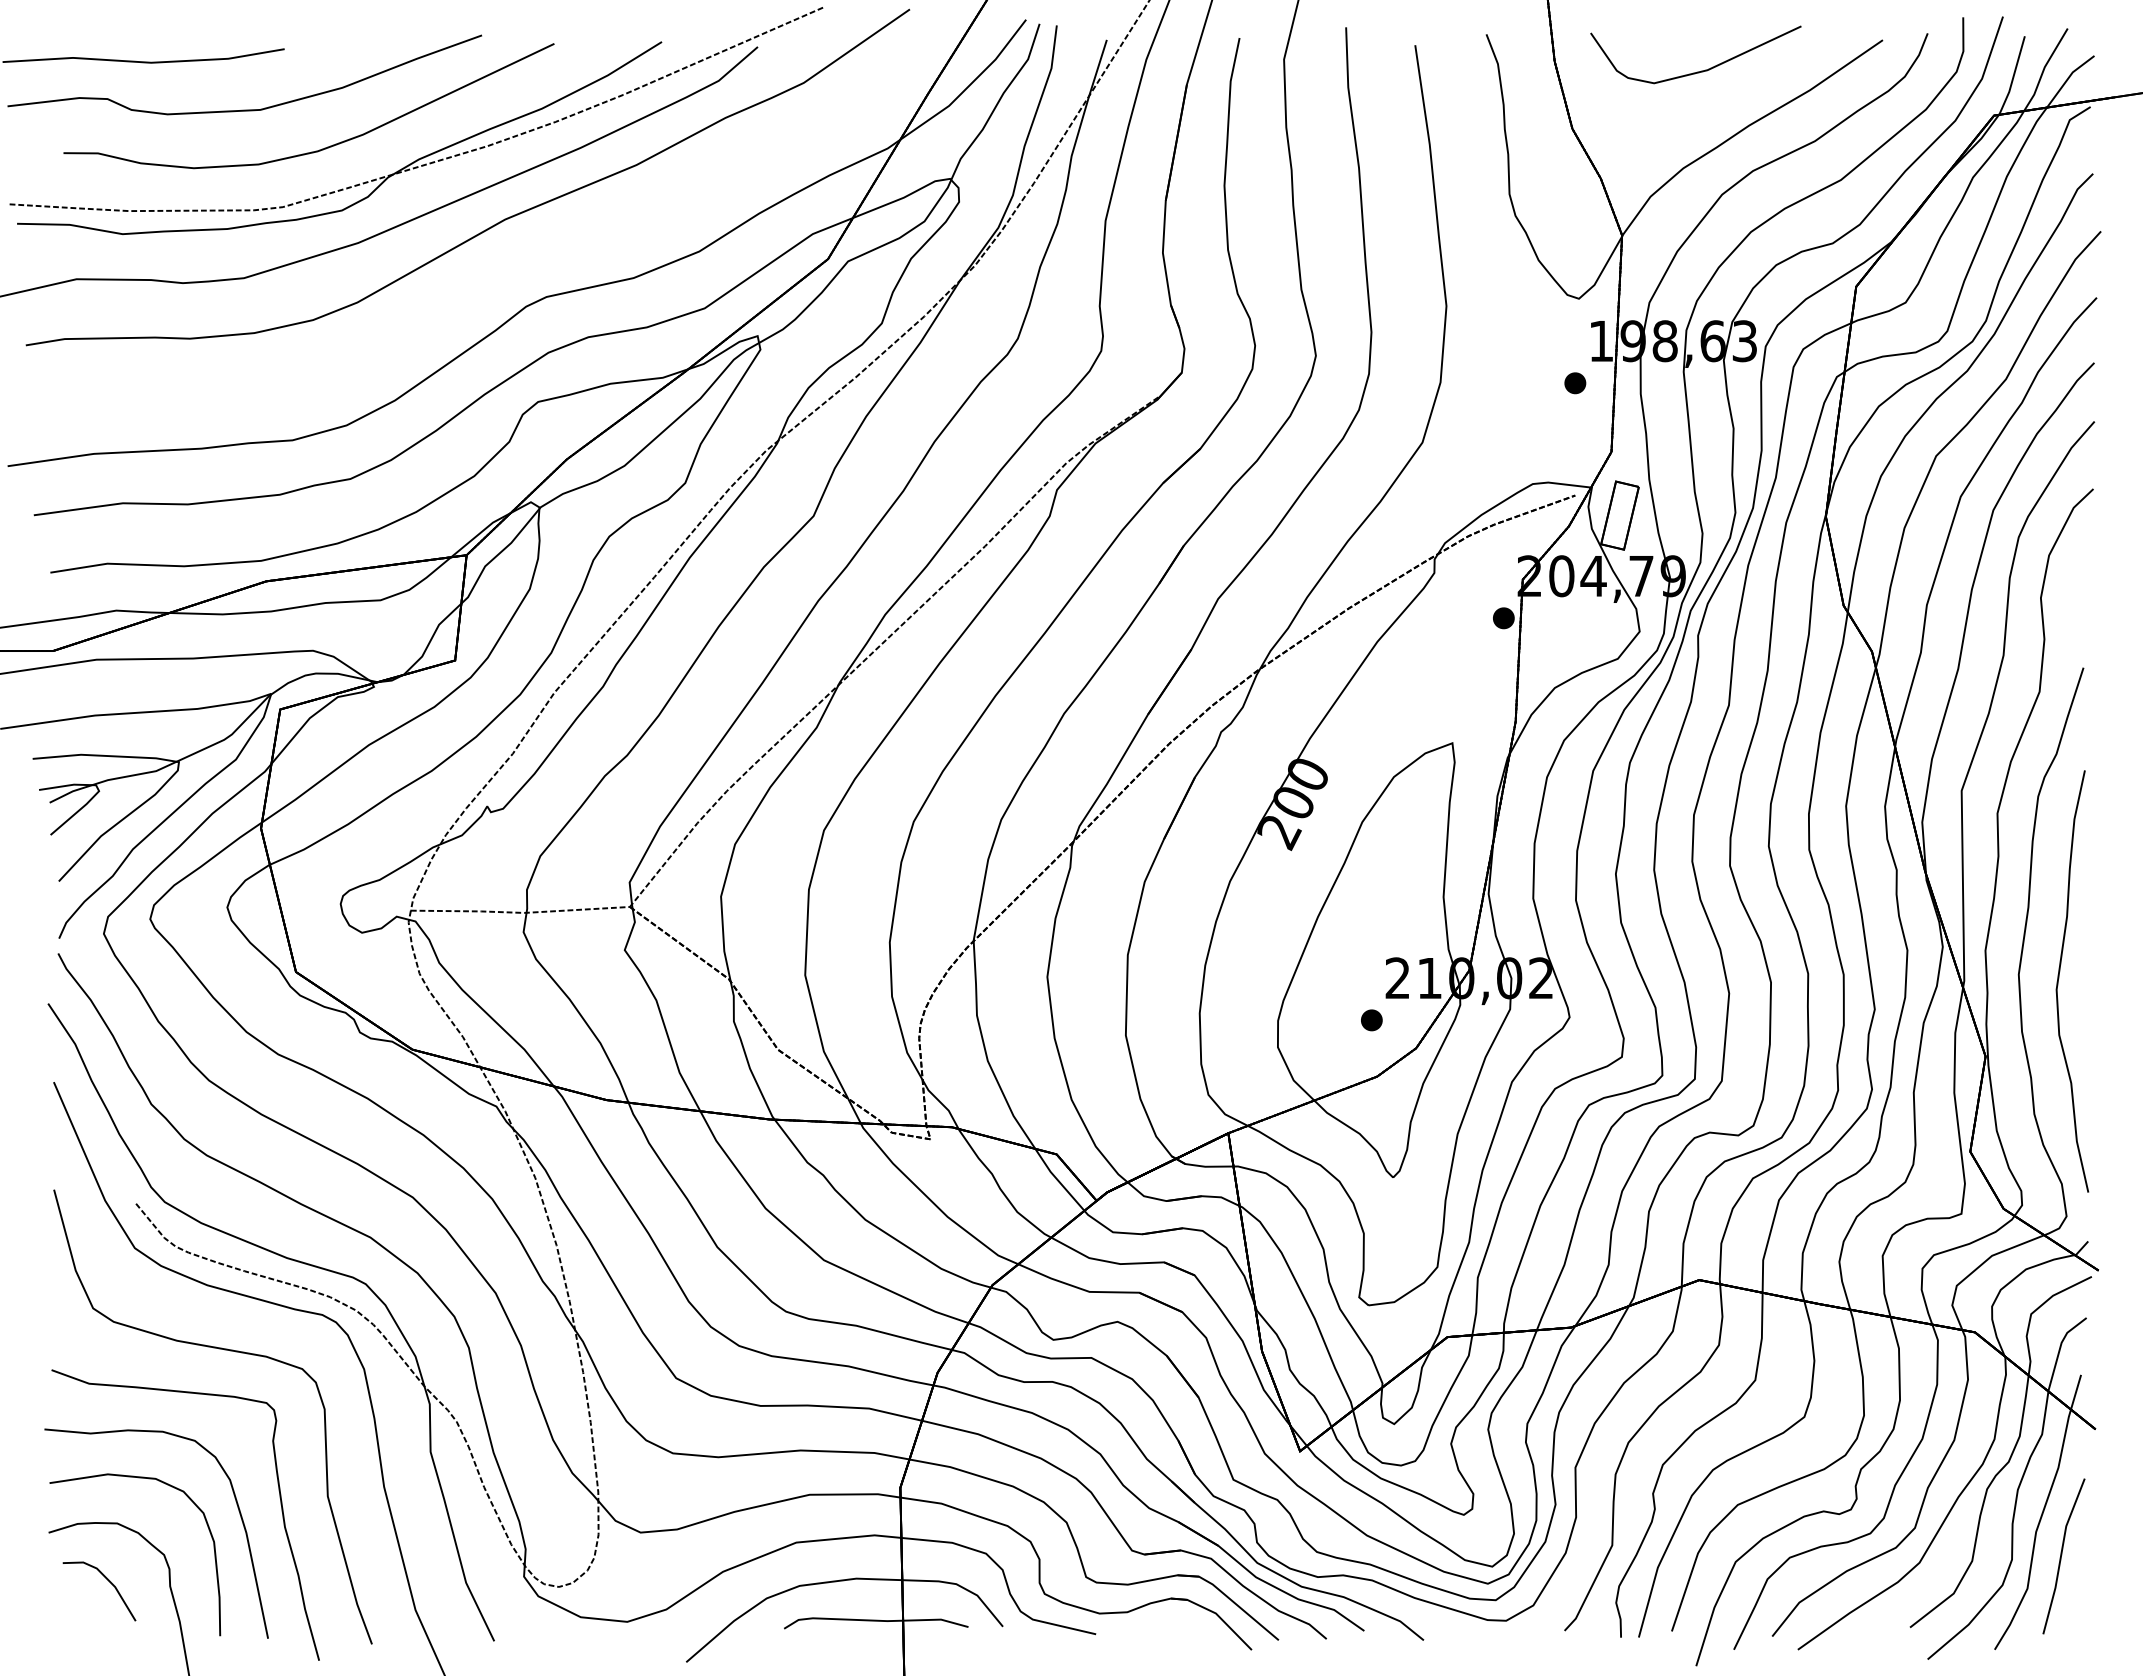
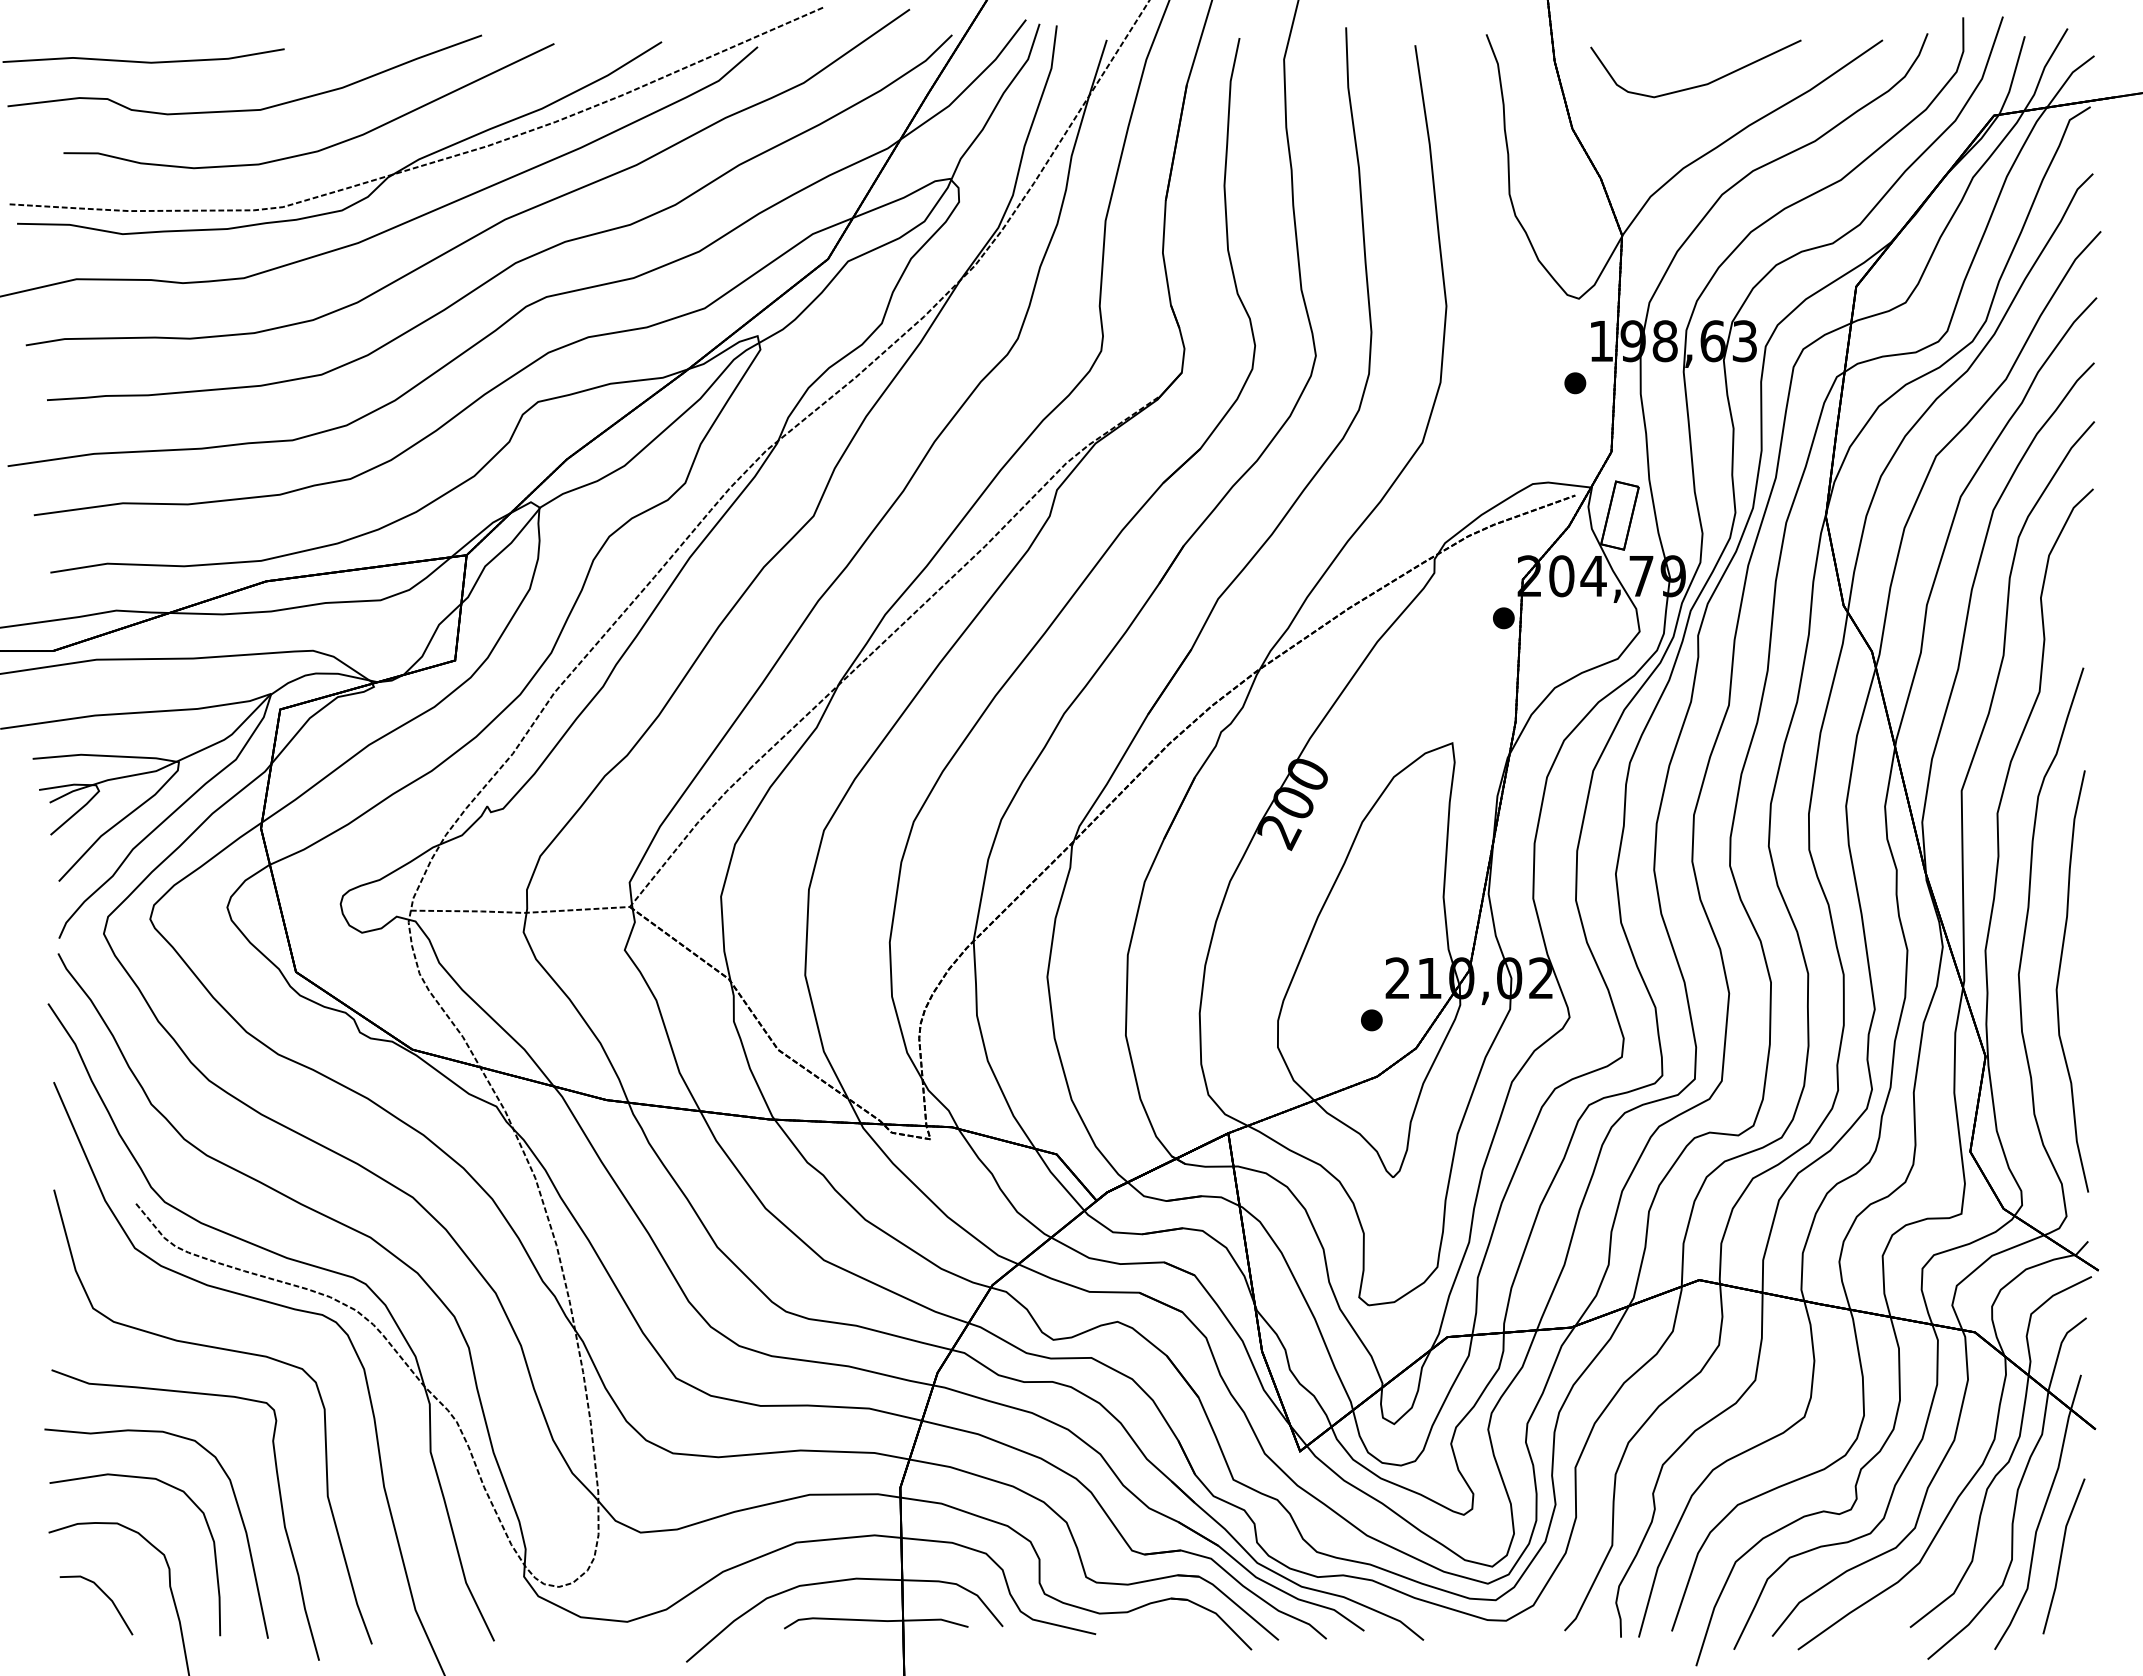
part at (1701, 70) position: (1701, 70) -> (1701, 84)
curve at (518, 260): none -> present
part at (108, 1581) position: (108, 1581) -> (105, 1595)
